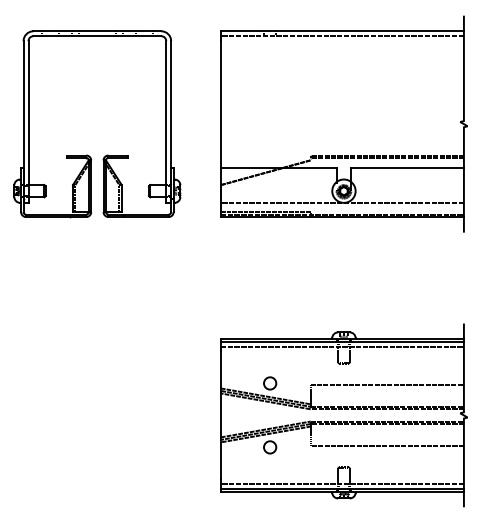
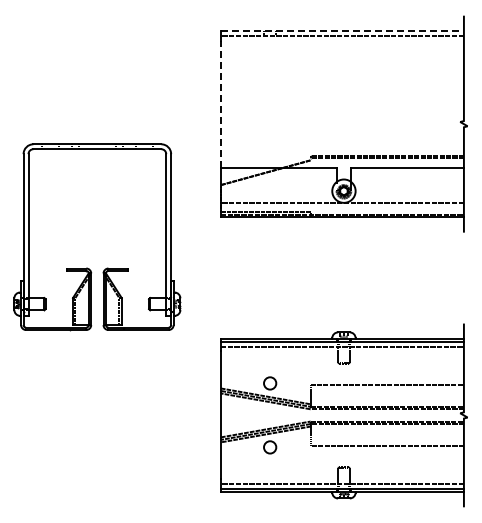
line at (342, 31): solid -> dashed
line at (220, 103): solid -> dashed
part at (87, 154) position: (87, 154) -> (87, 267)
